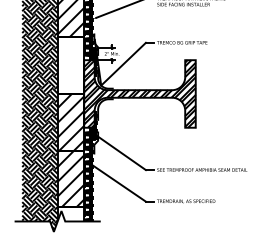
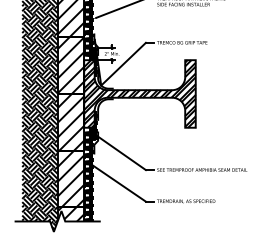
hatch at (71, 65): none -> present
hatch at (71, 214): none -> present
